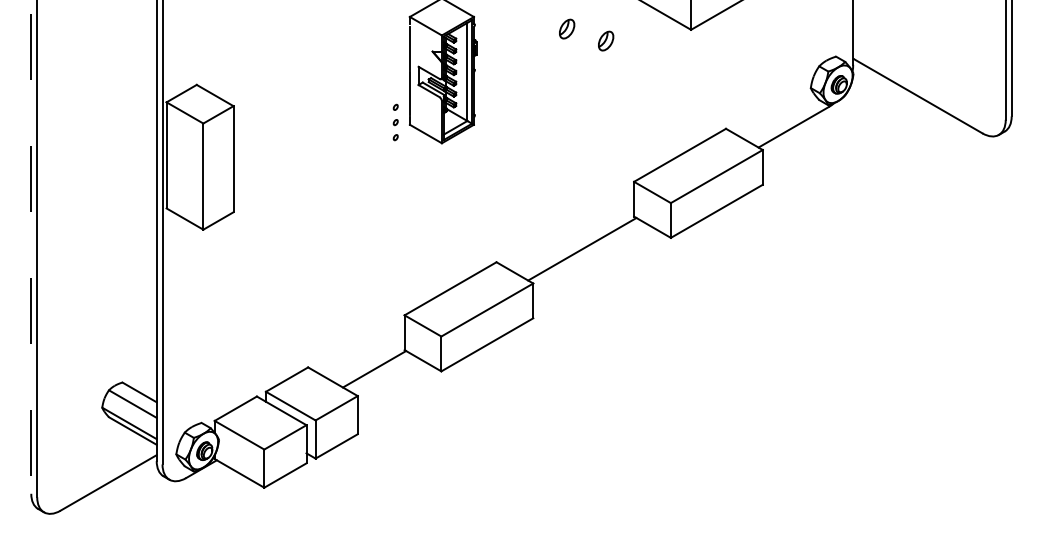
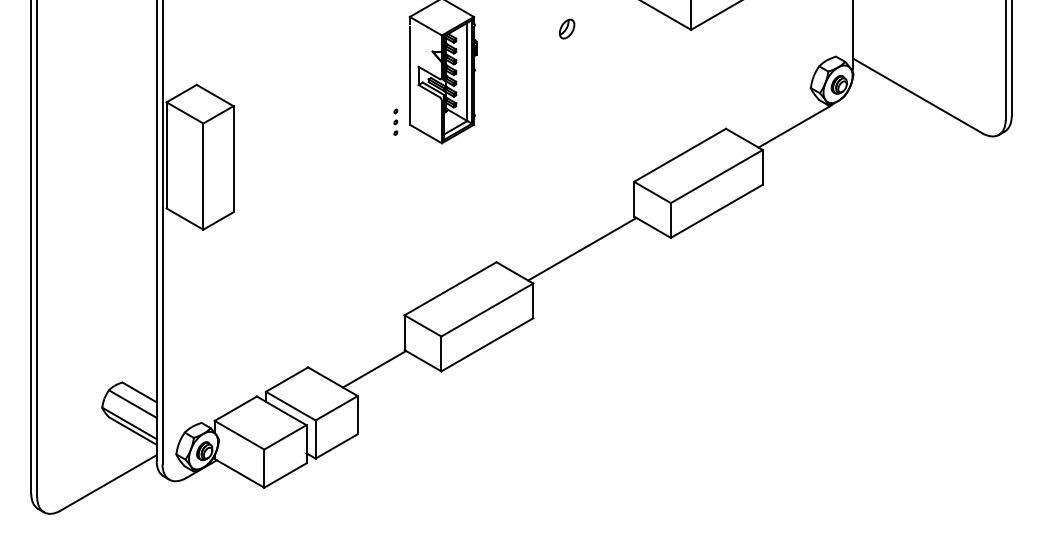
part at (606, 40): present -> none
part at (395, 122) size: 7x39 px -> 6x28 px
line at (31, 247): dashed -> solid
